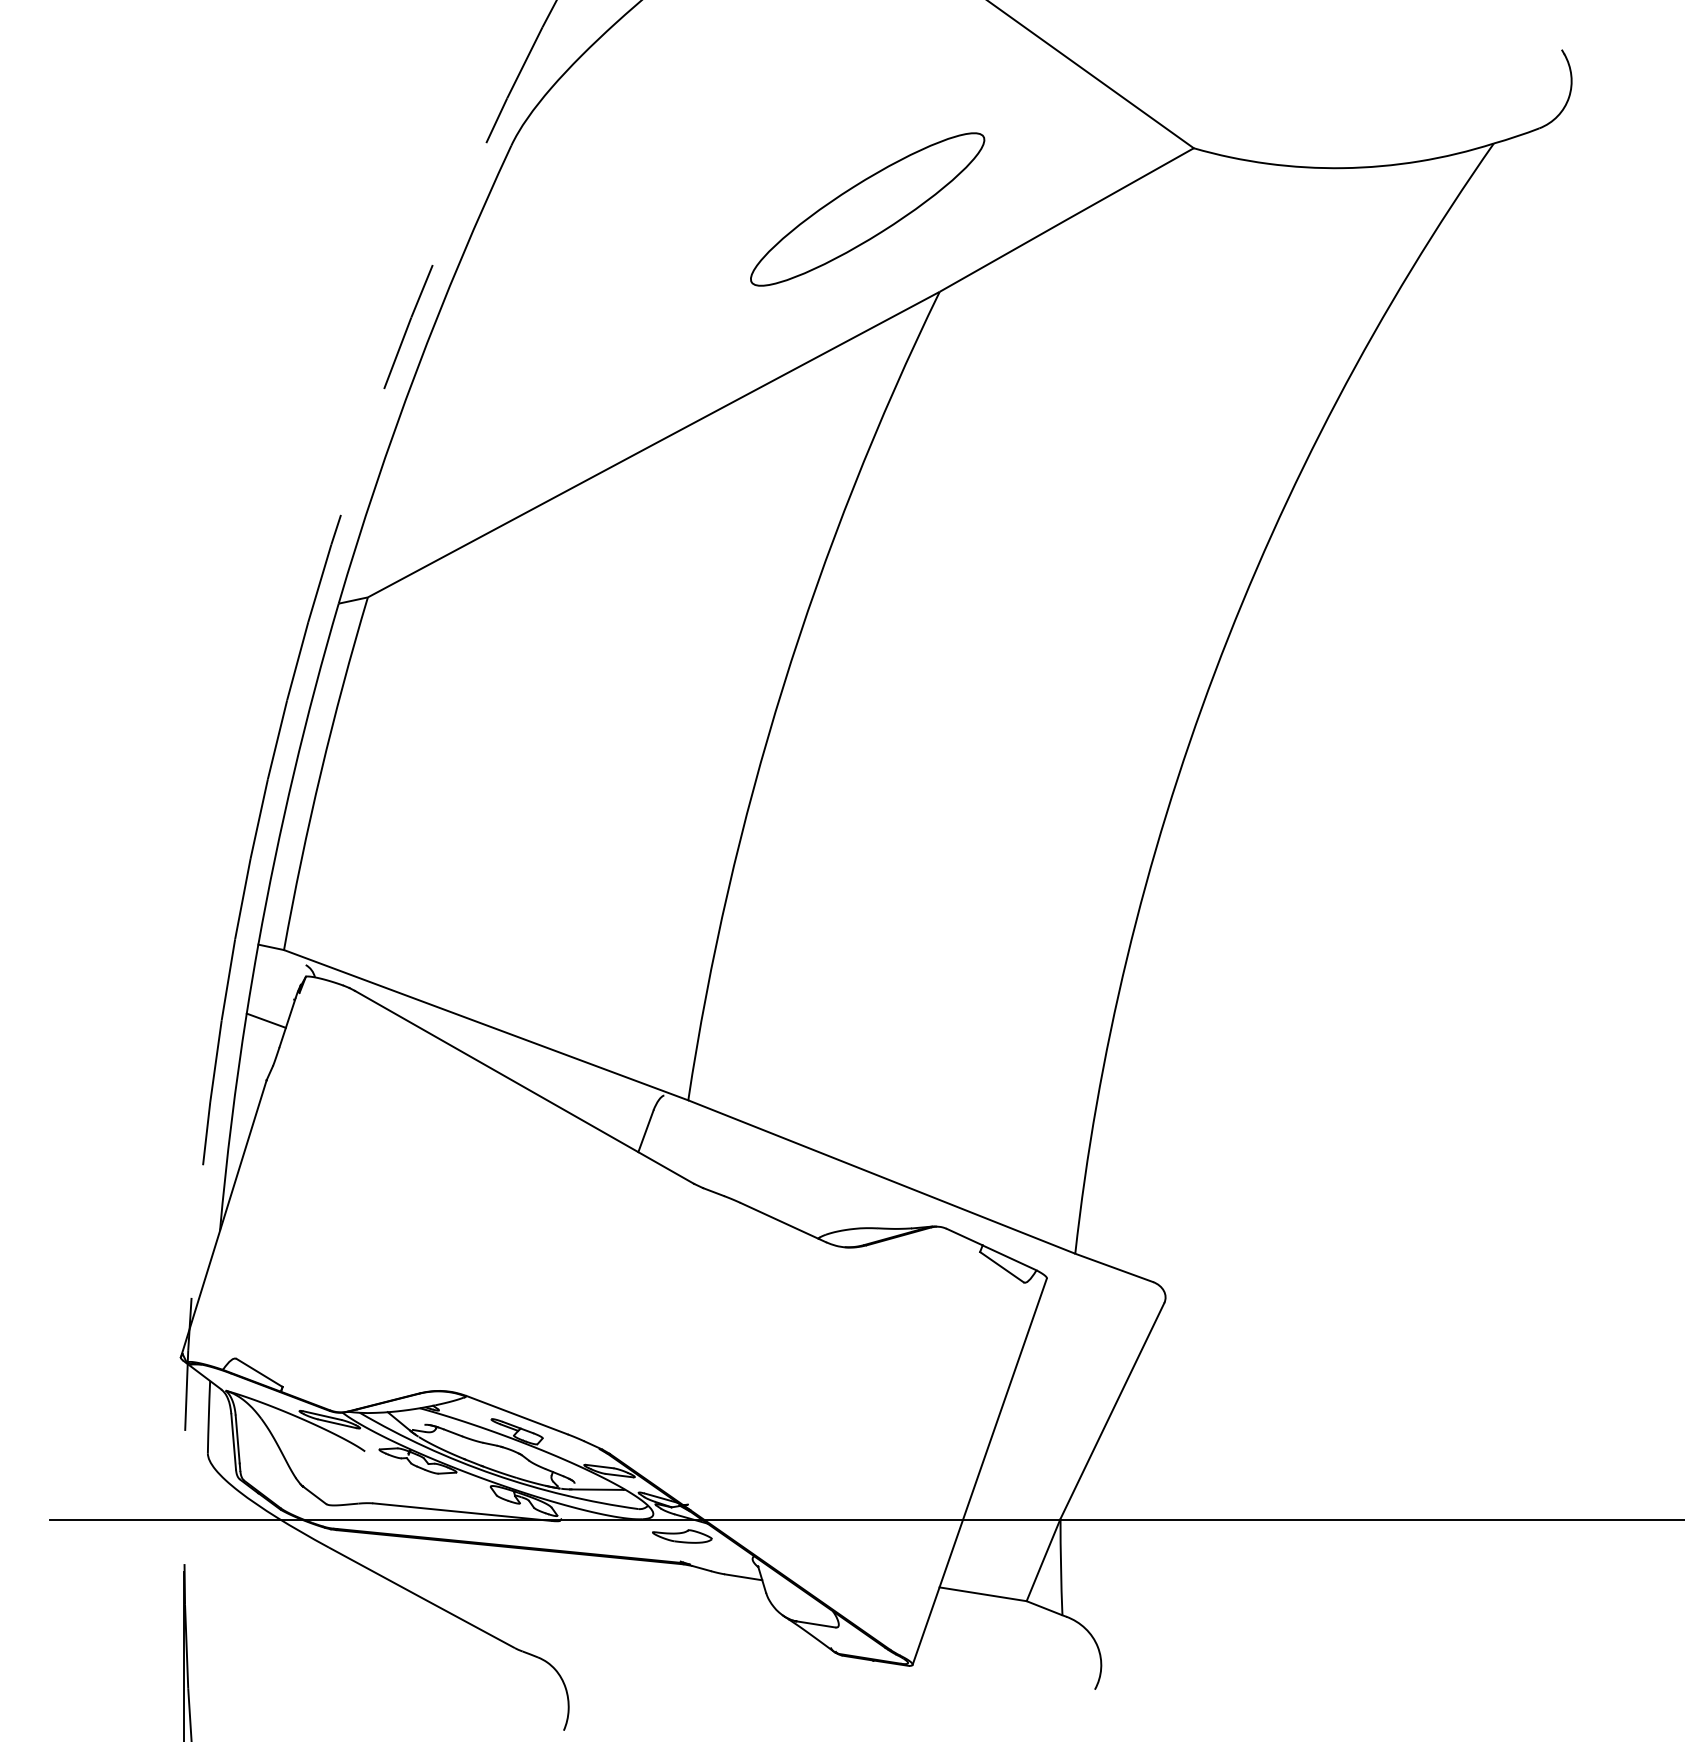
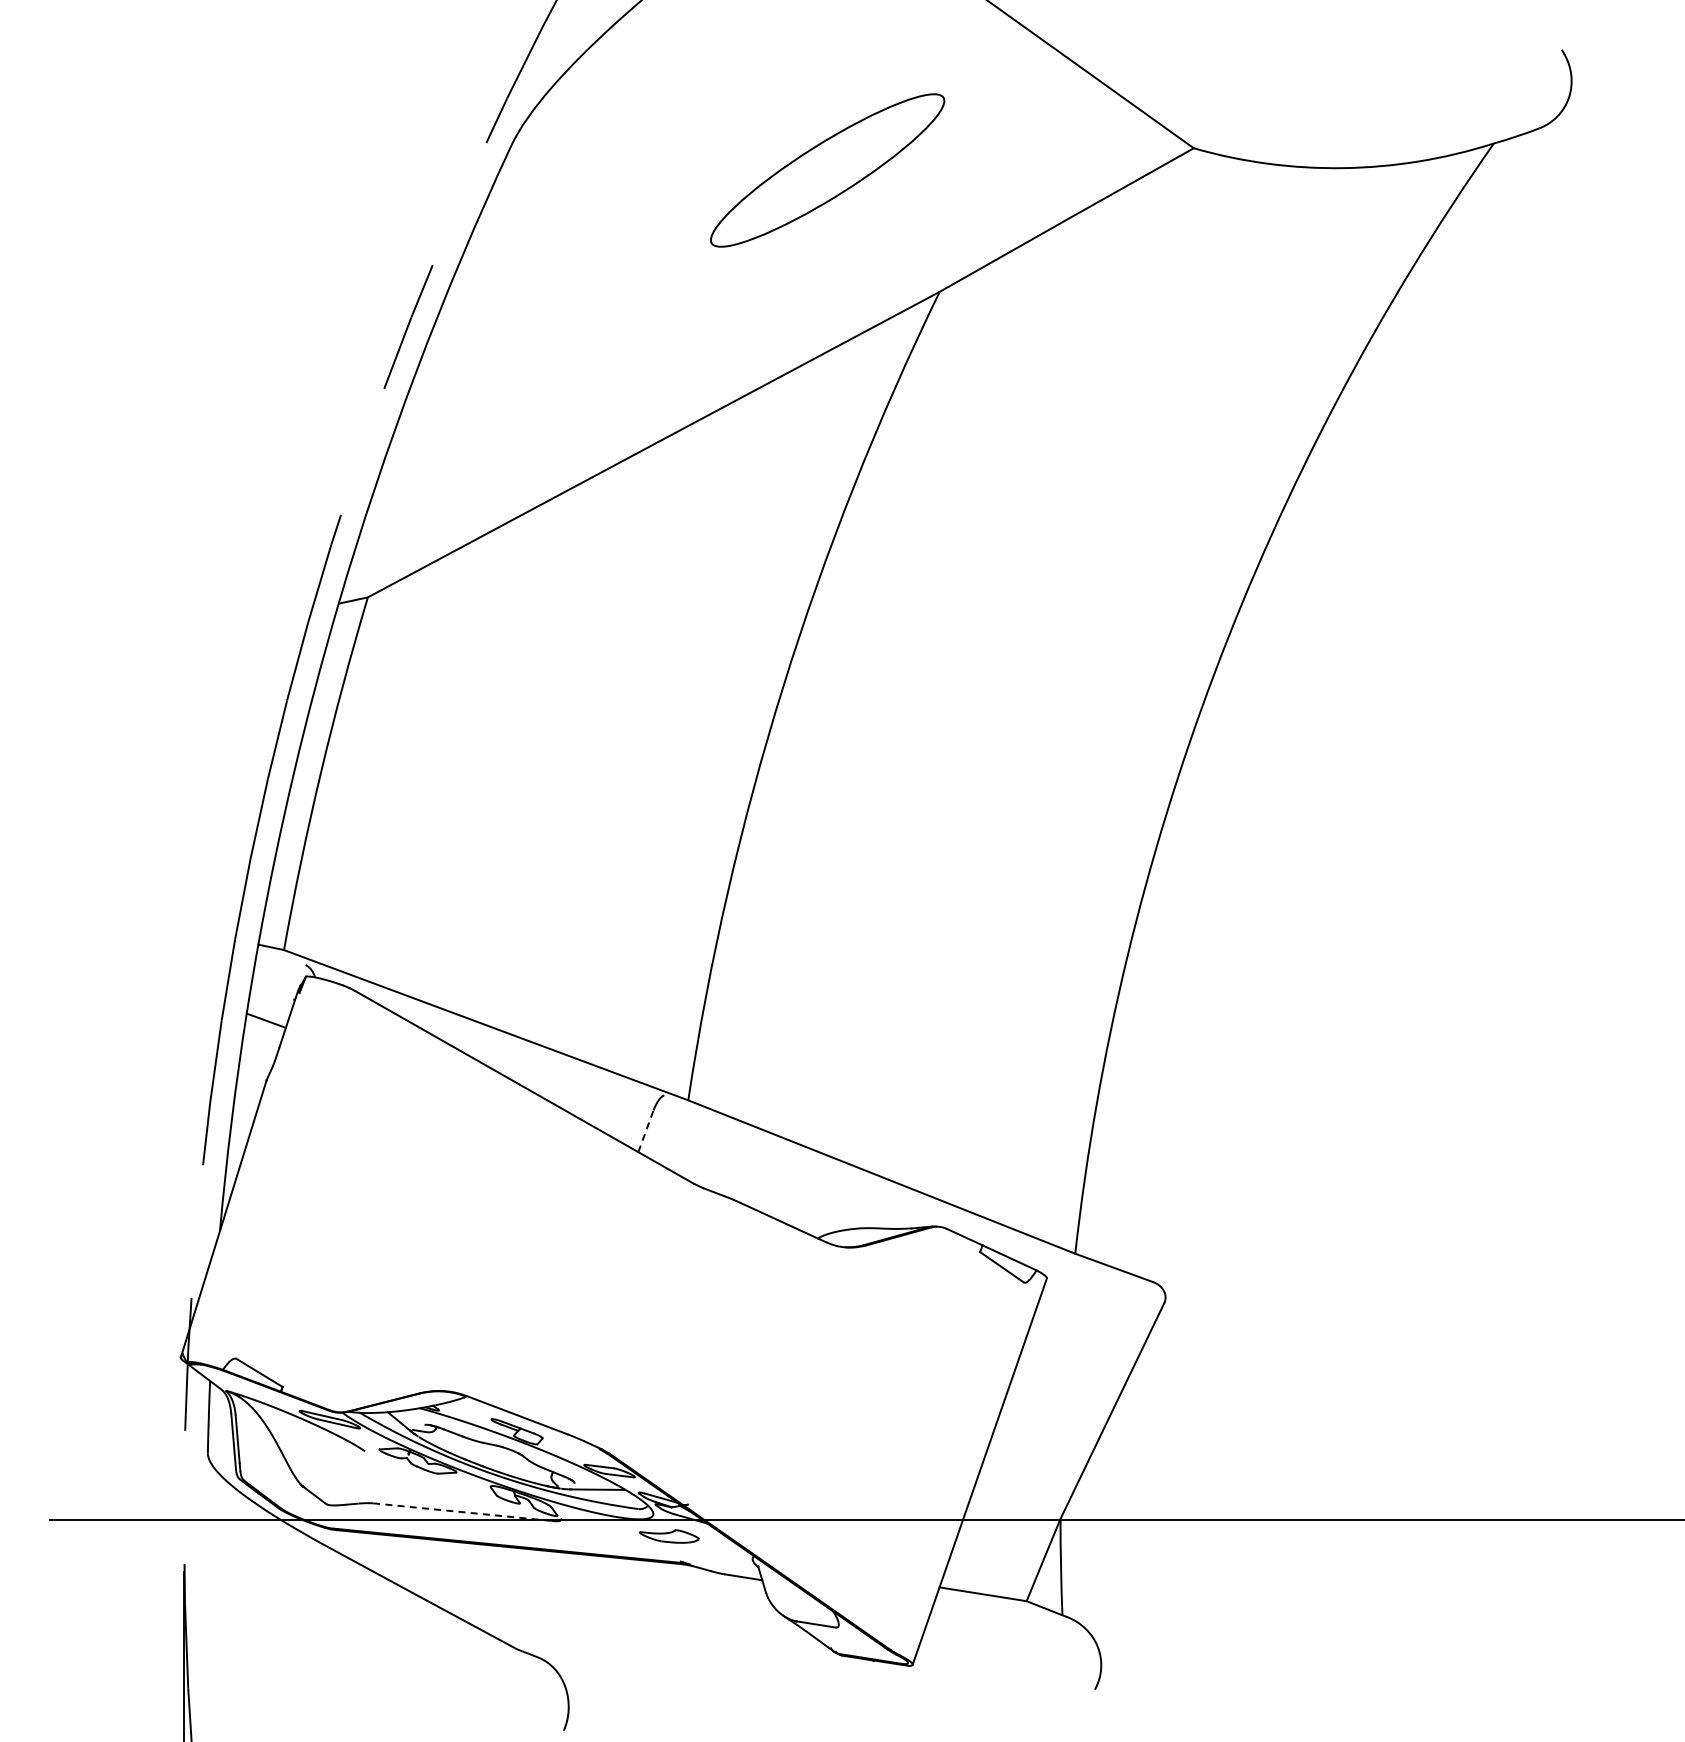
part at (867, 209) position: (867, 209) -> (827, 170)
line at (646, 1130): solid -> dashed
line at (462, 1512): solid -> dashed
part at (682, 1536) position: (682, 1536) -> (669, 1536)
